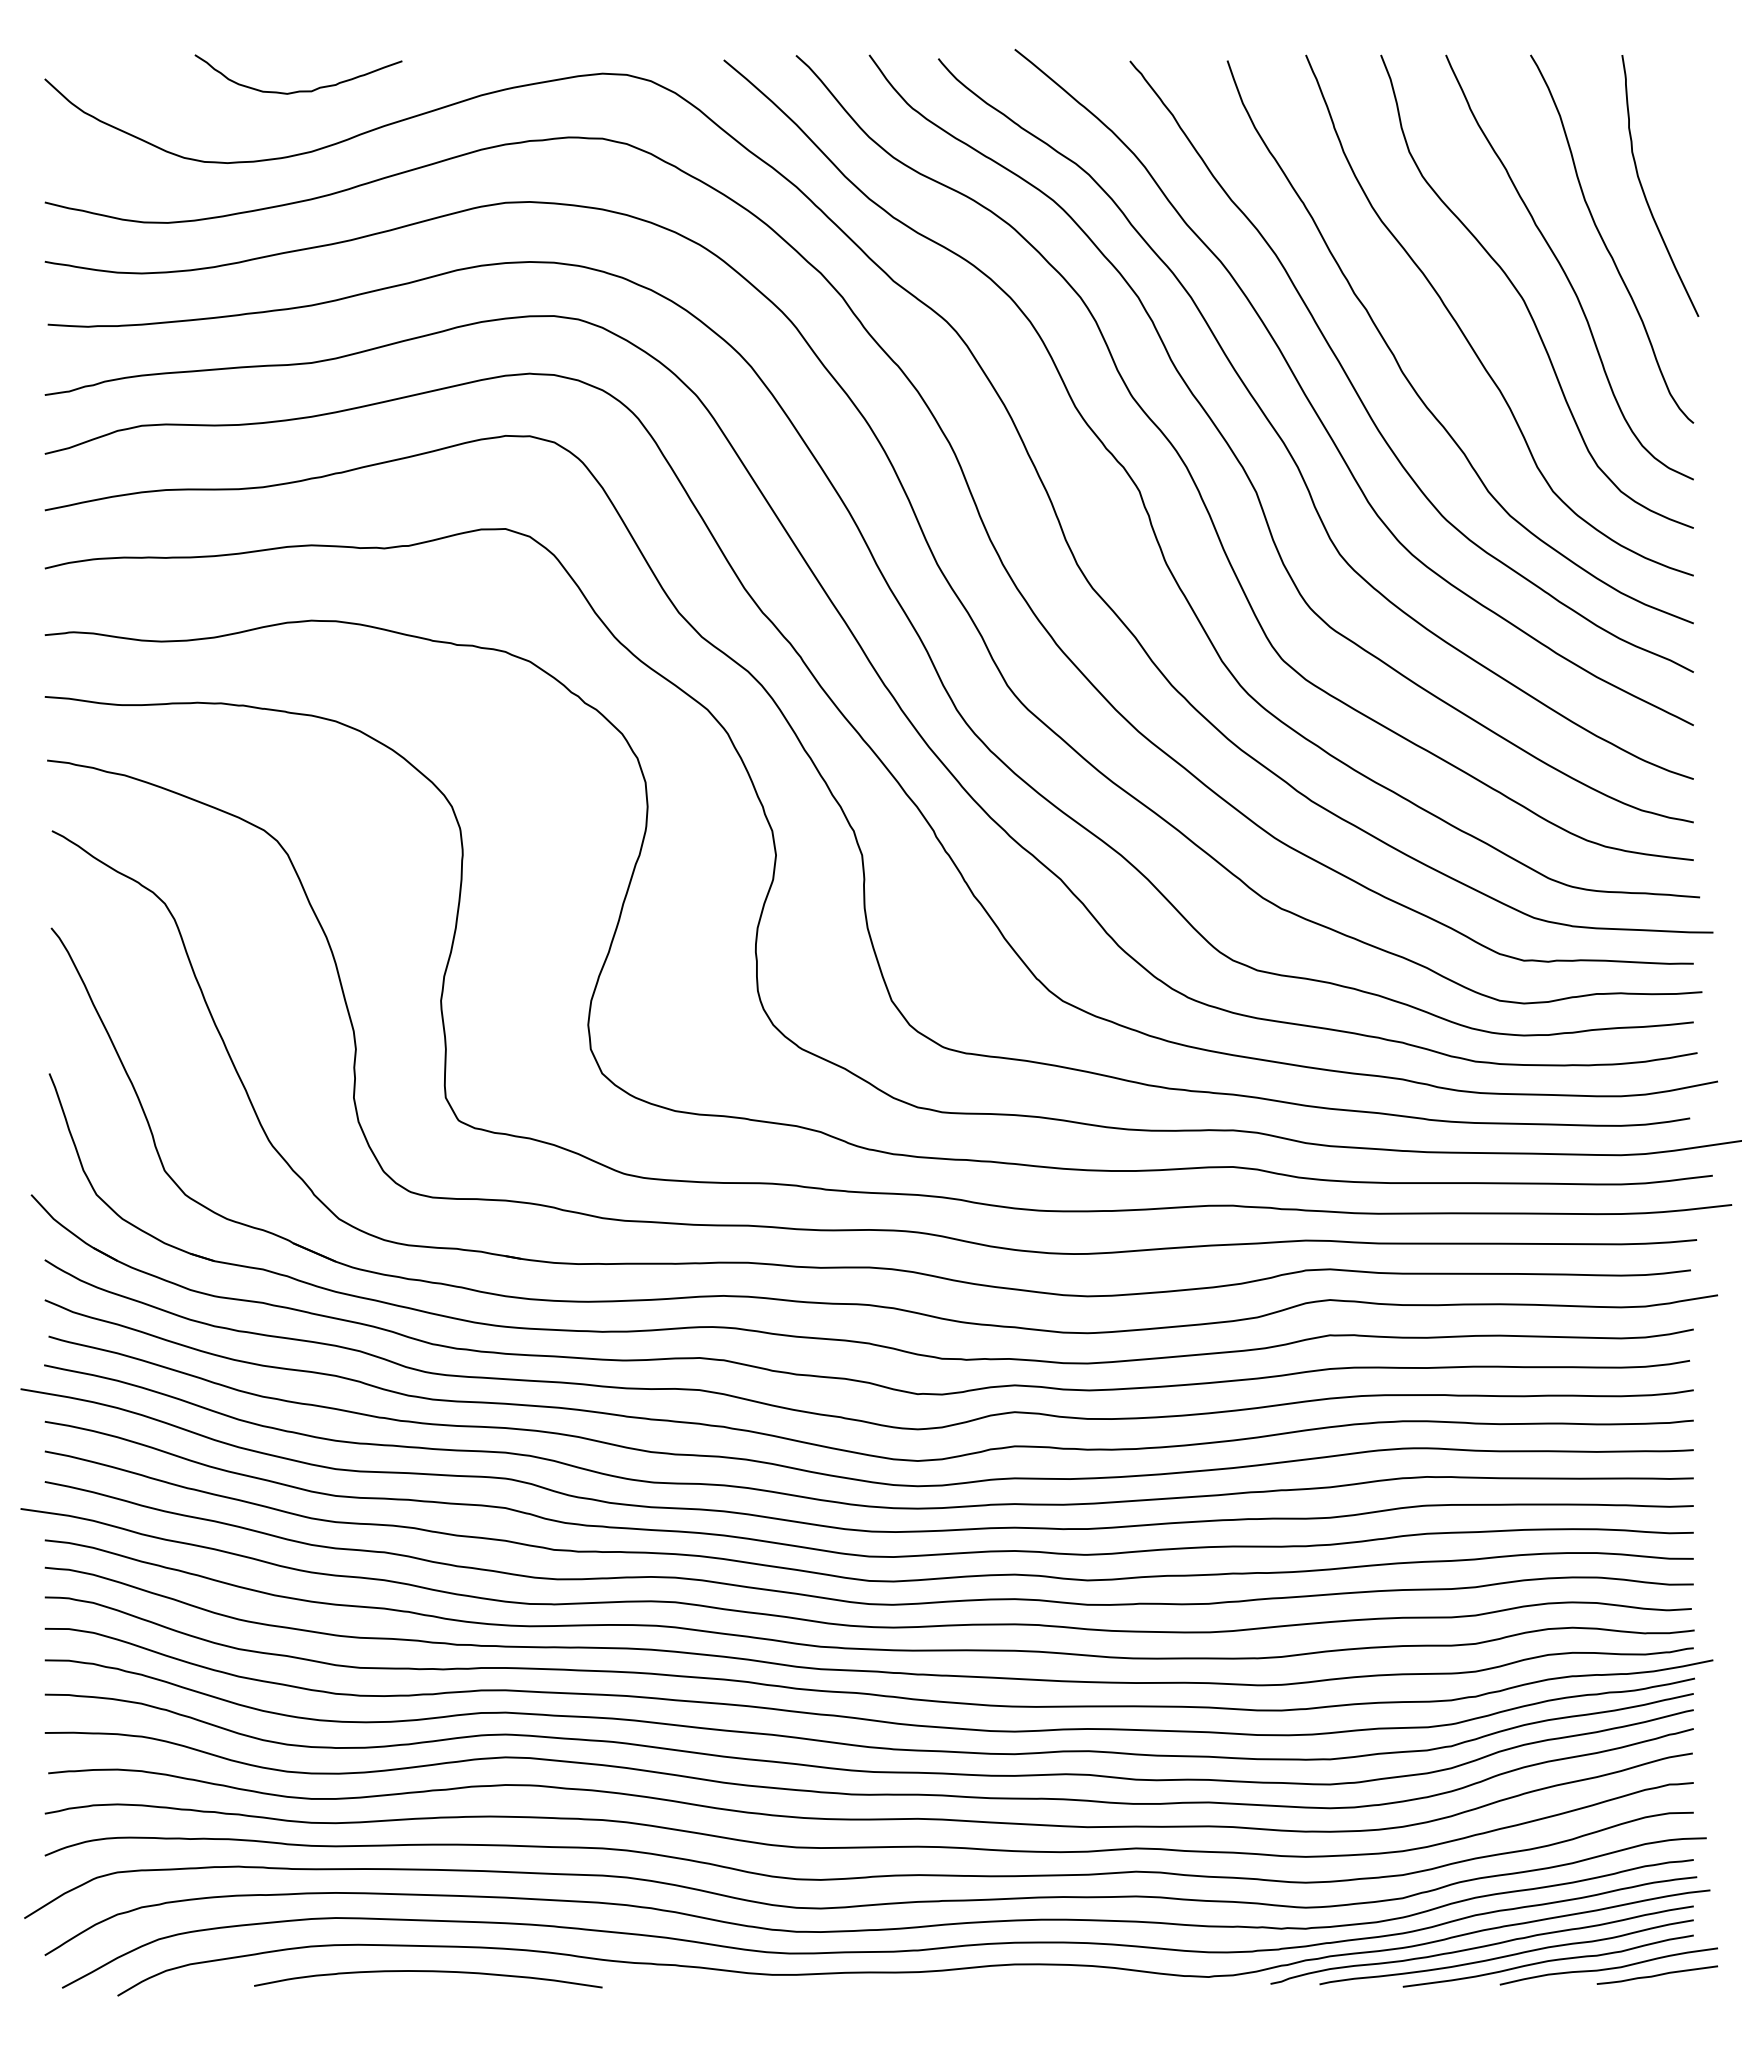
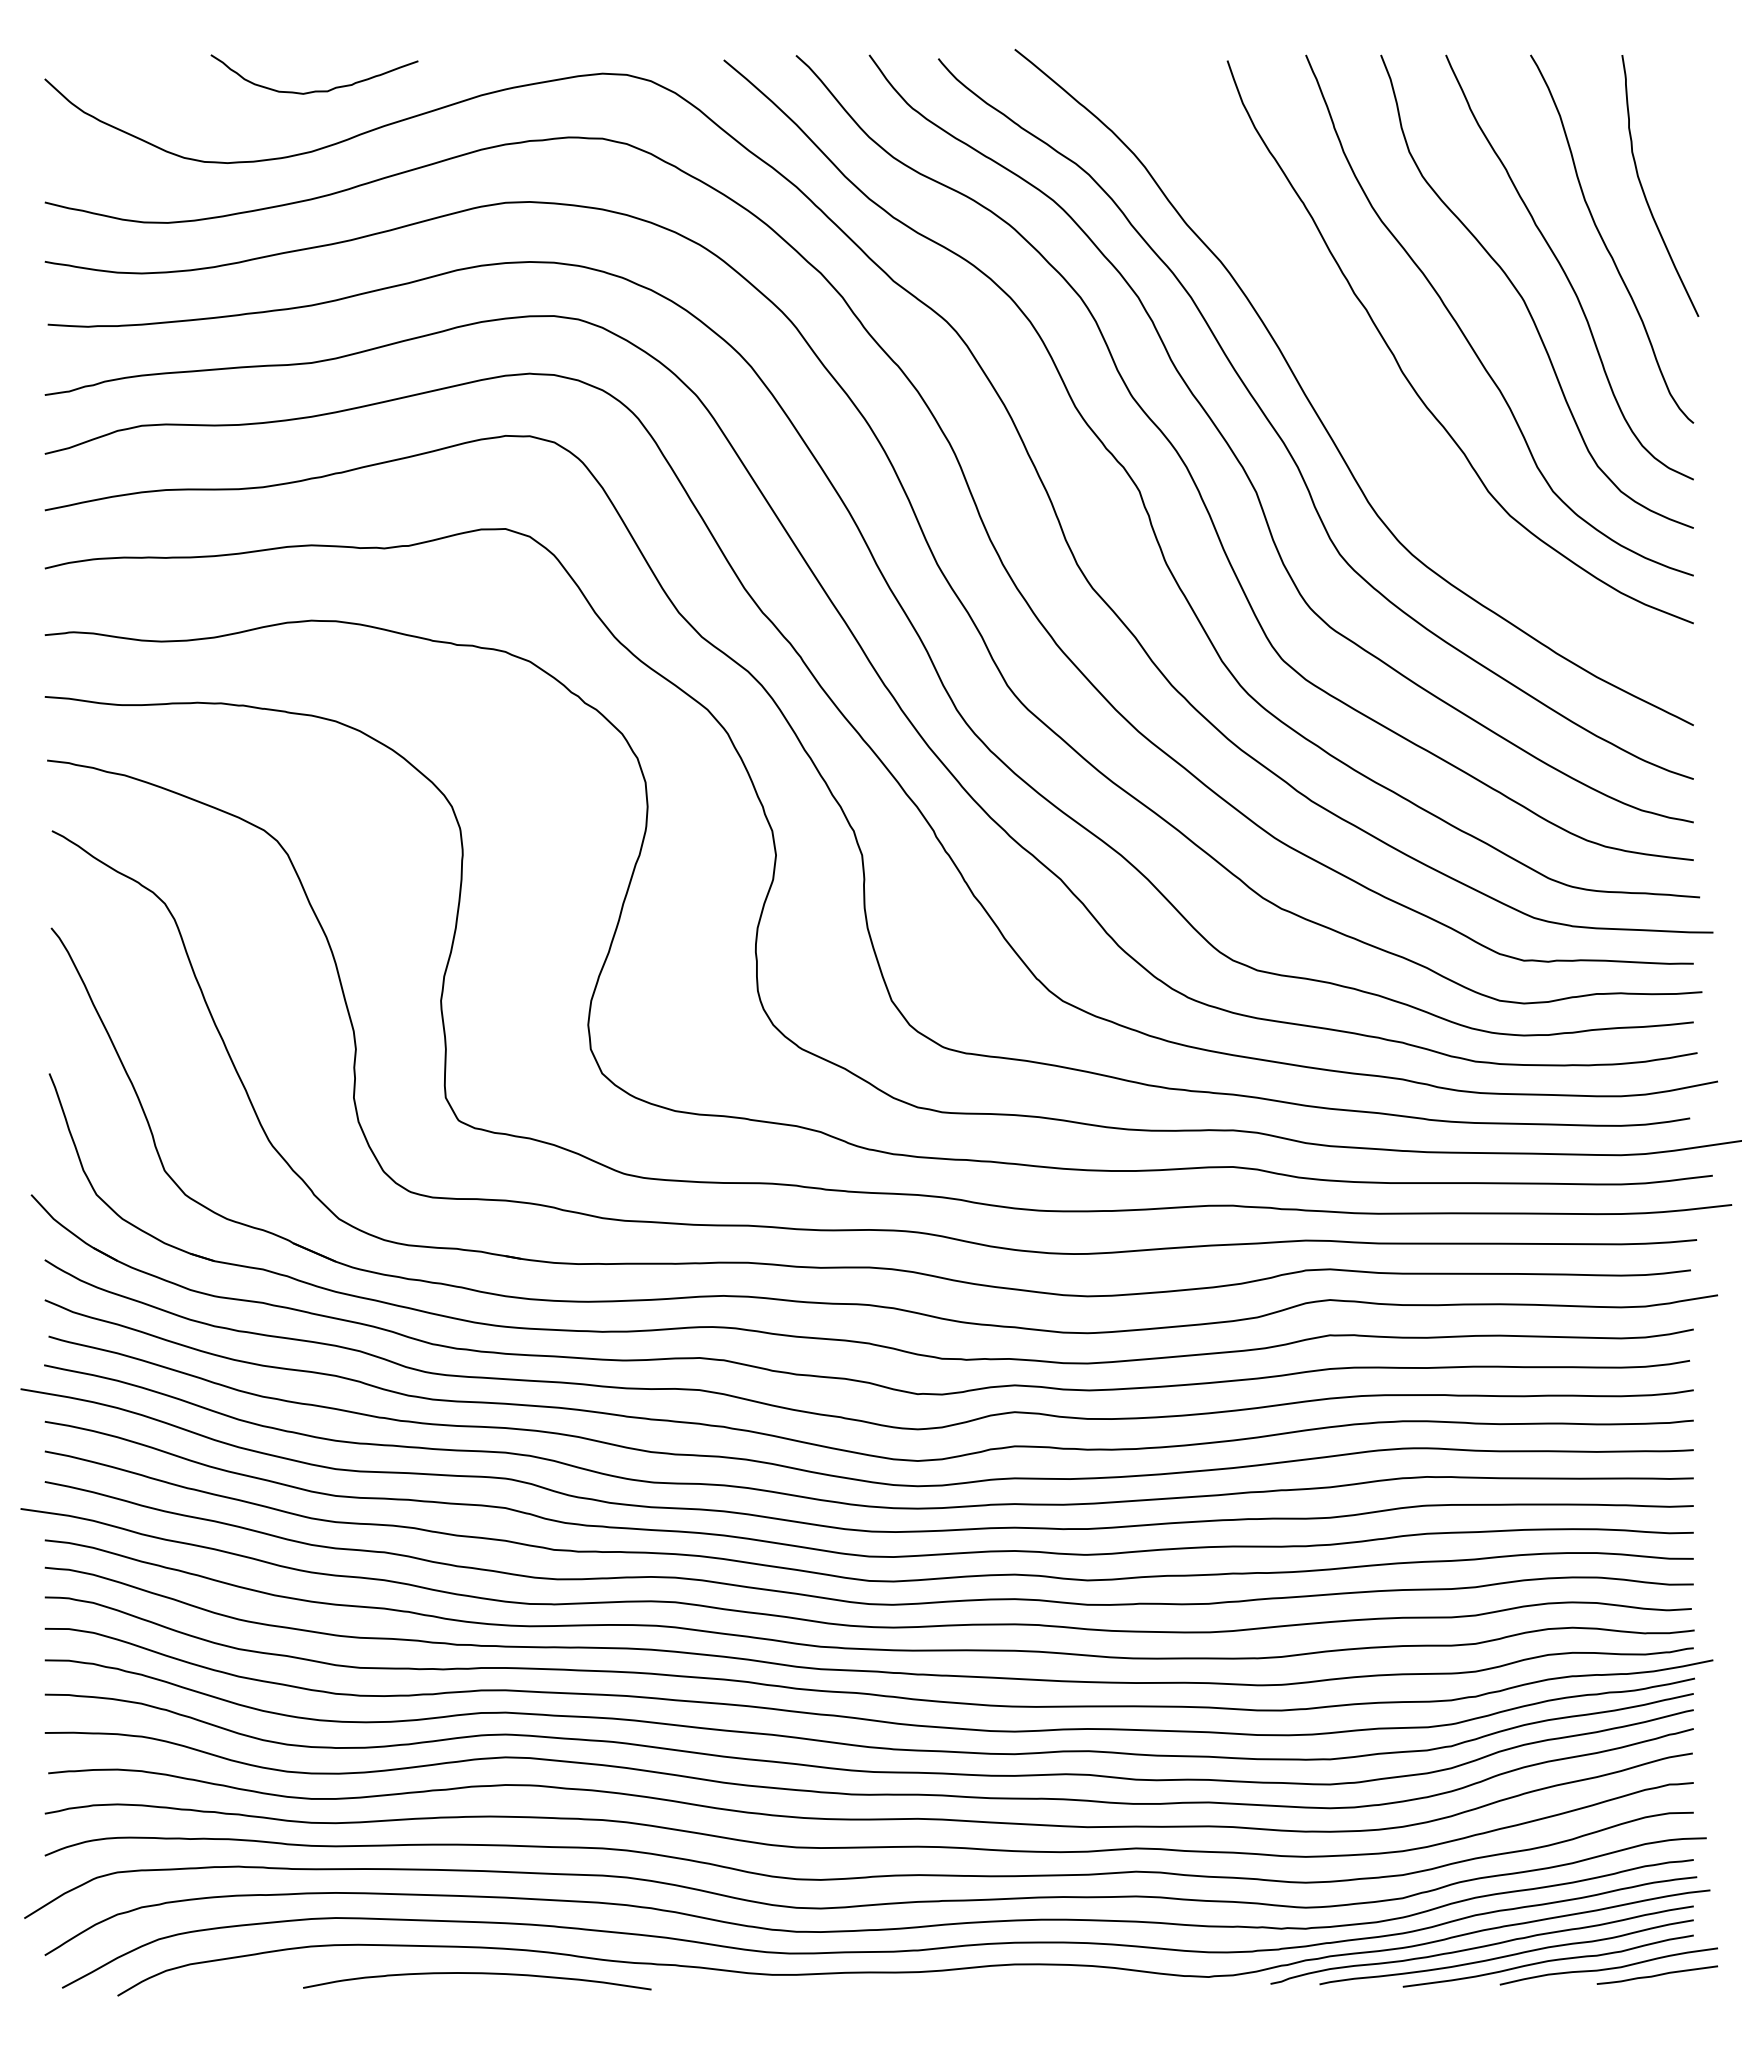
curve at (298, 90) position: (298, 90) -> (314, 90)
curve at (1358, 393): present -> none
curve at (428, 1972) position: (428, 1972) -> (477, 1974)
